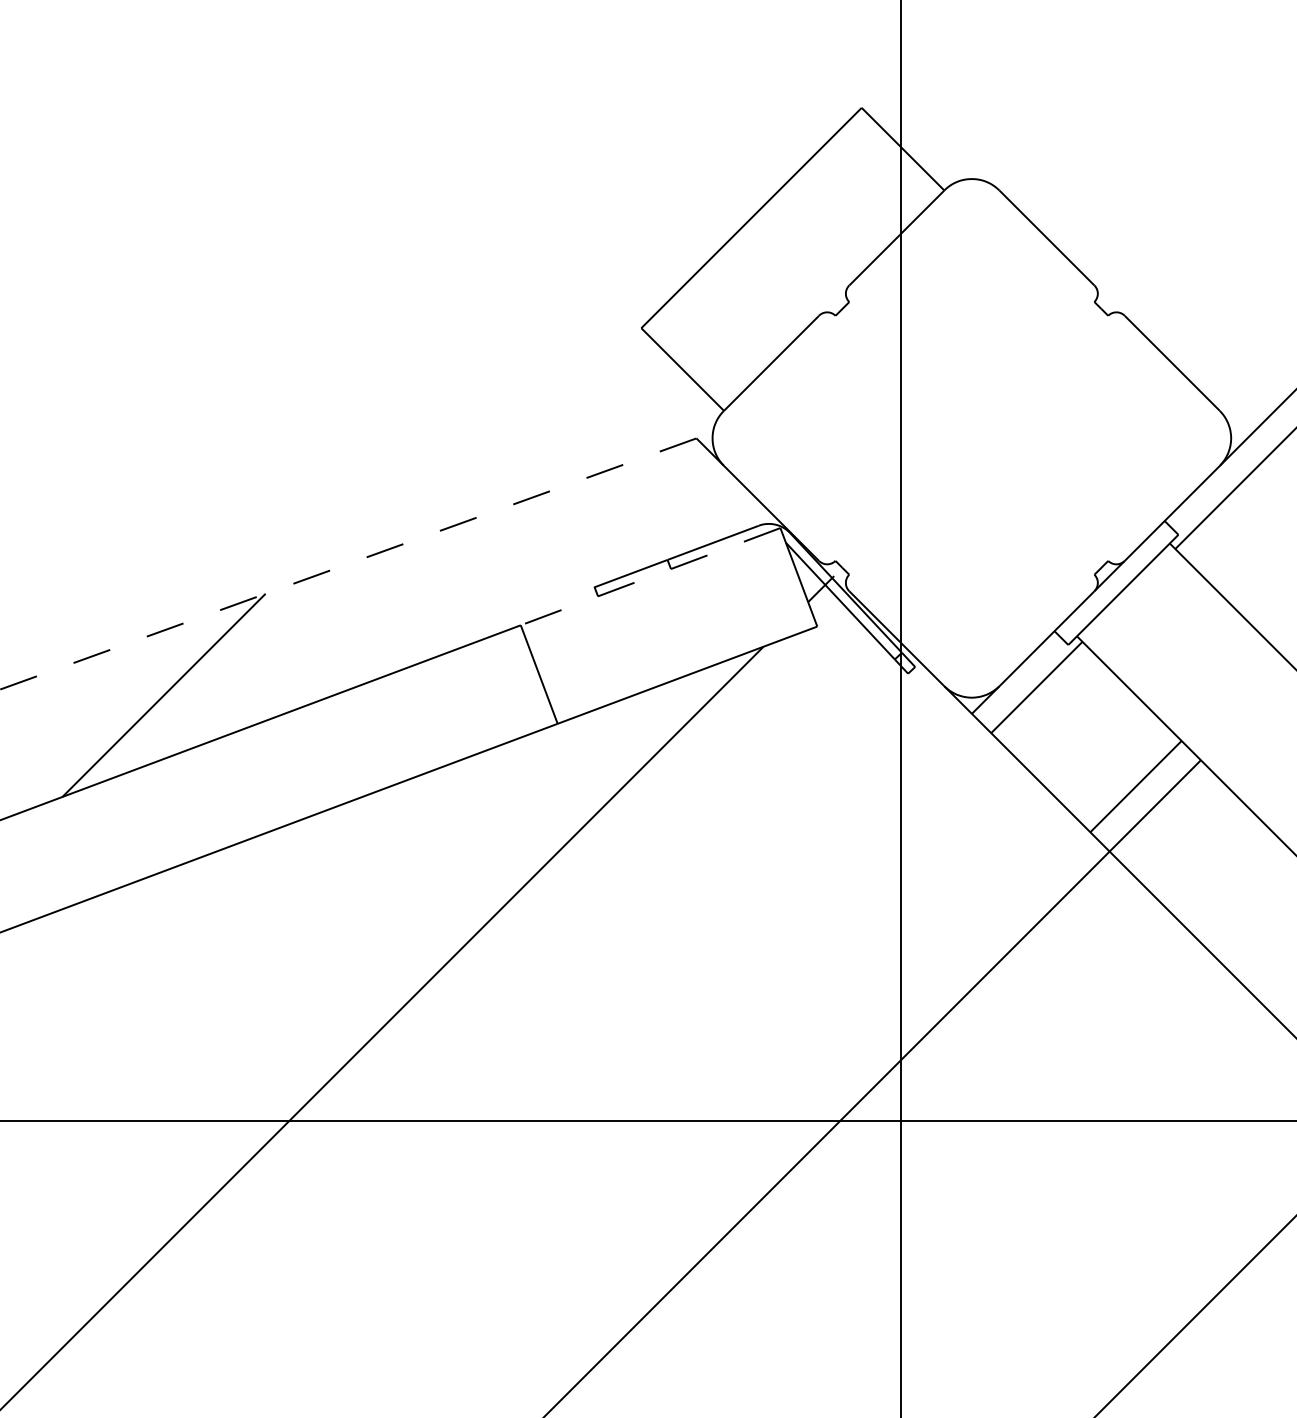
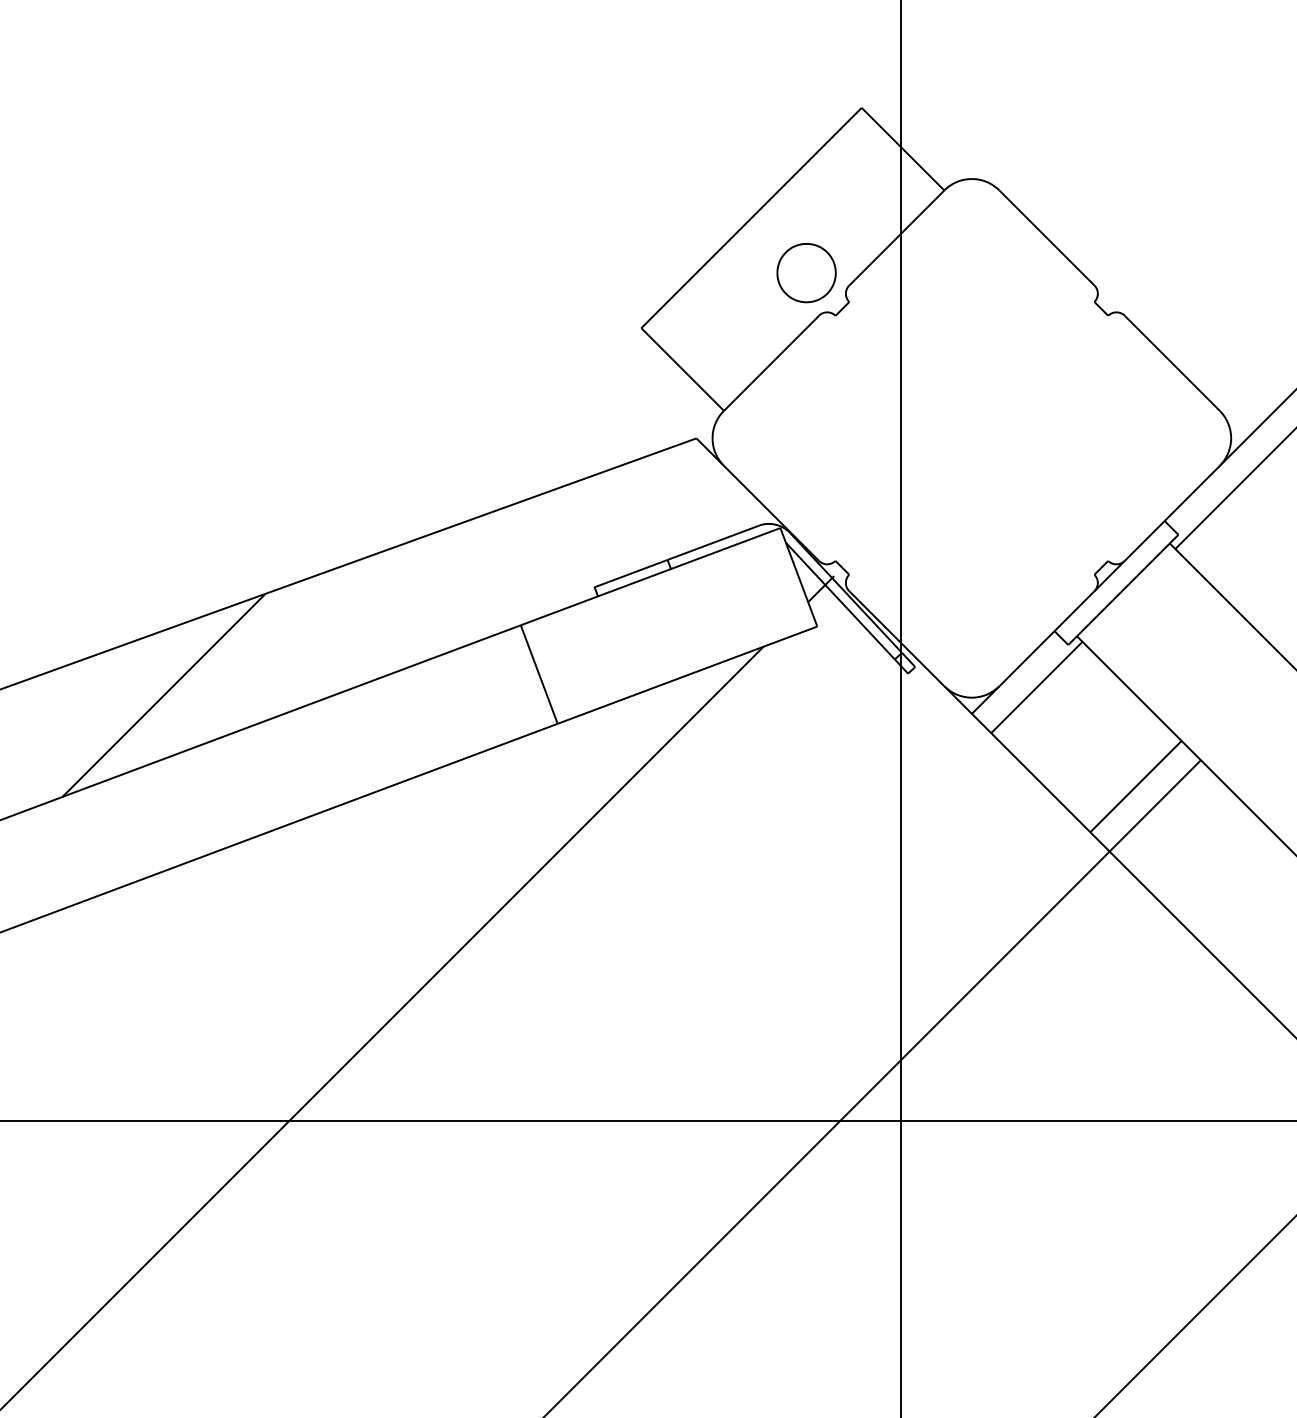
part at (806, 273): none -> present
line at (348, 563): dashed -> solid
line at (650, 576): dashed -> solid
